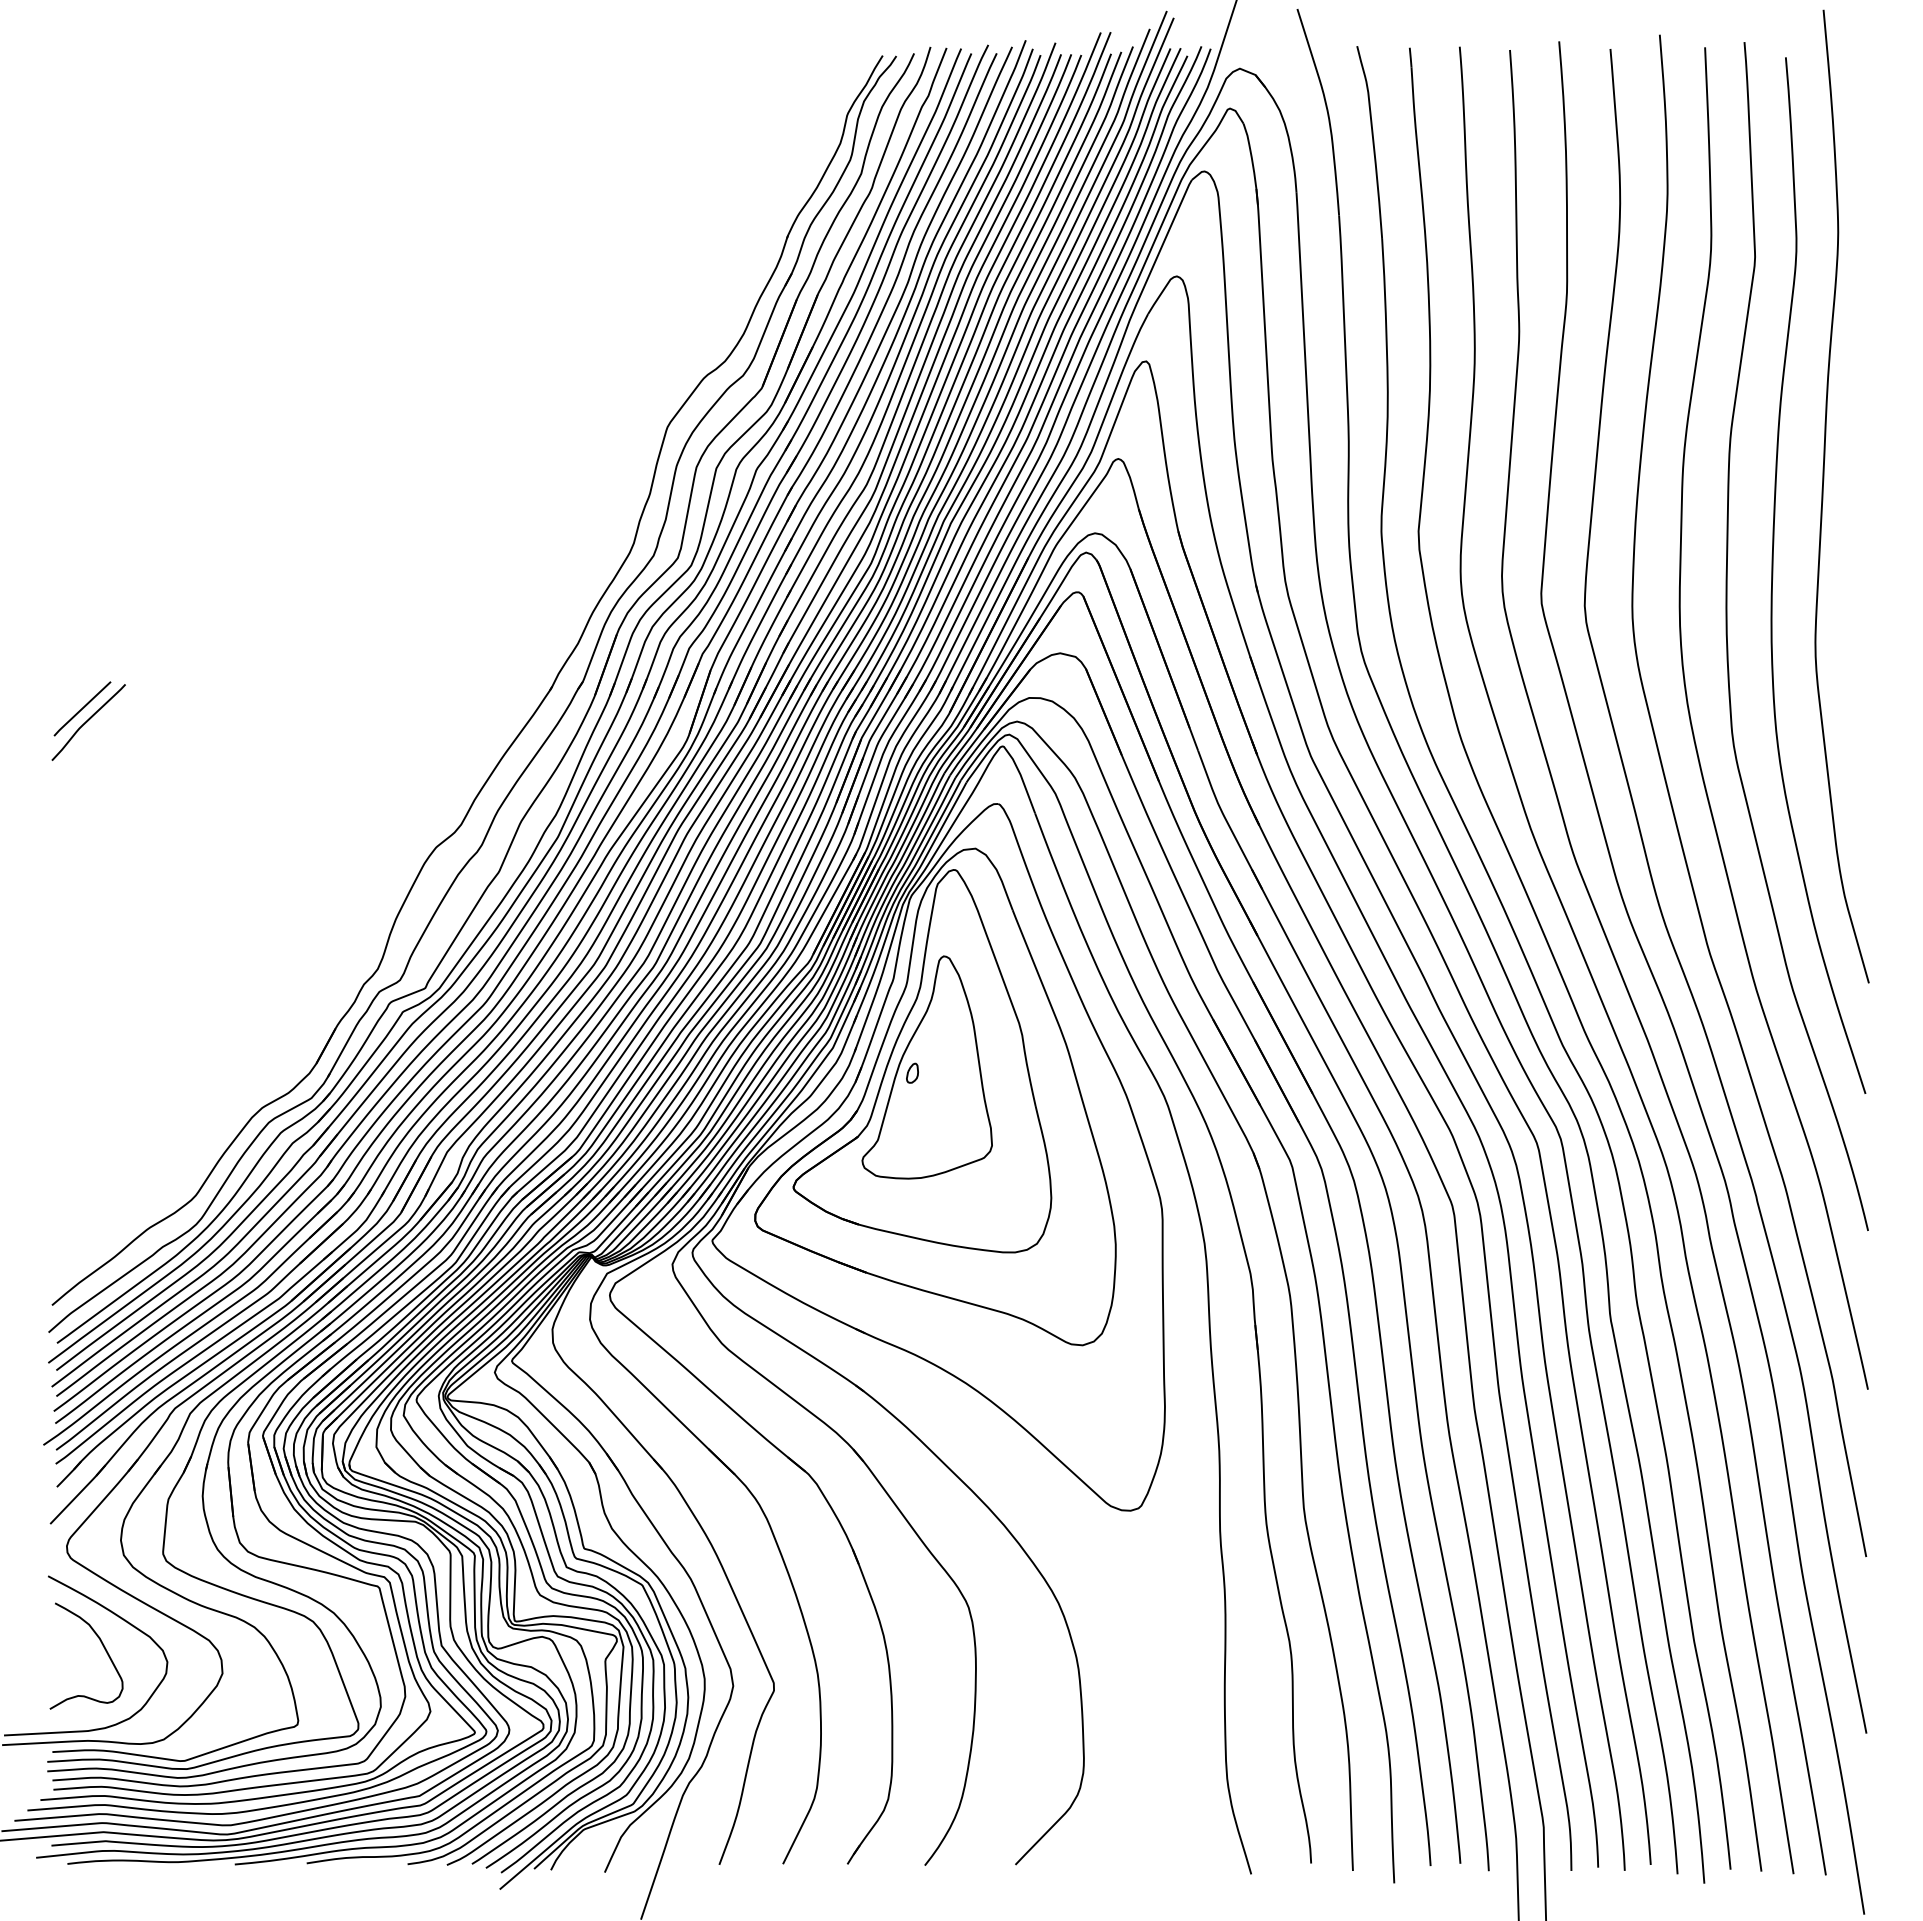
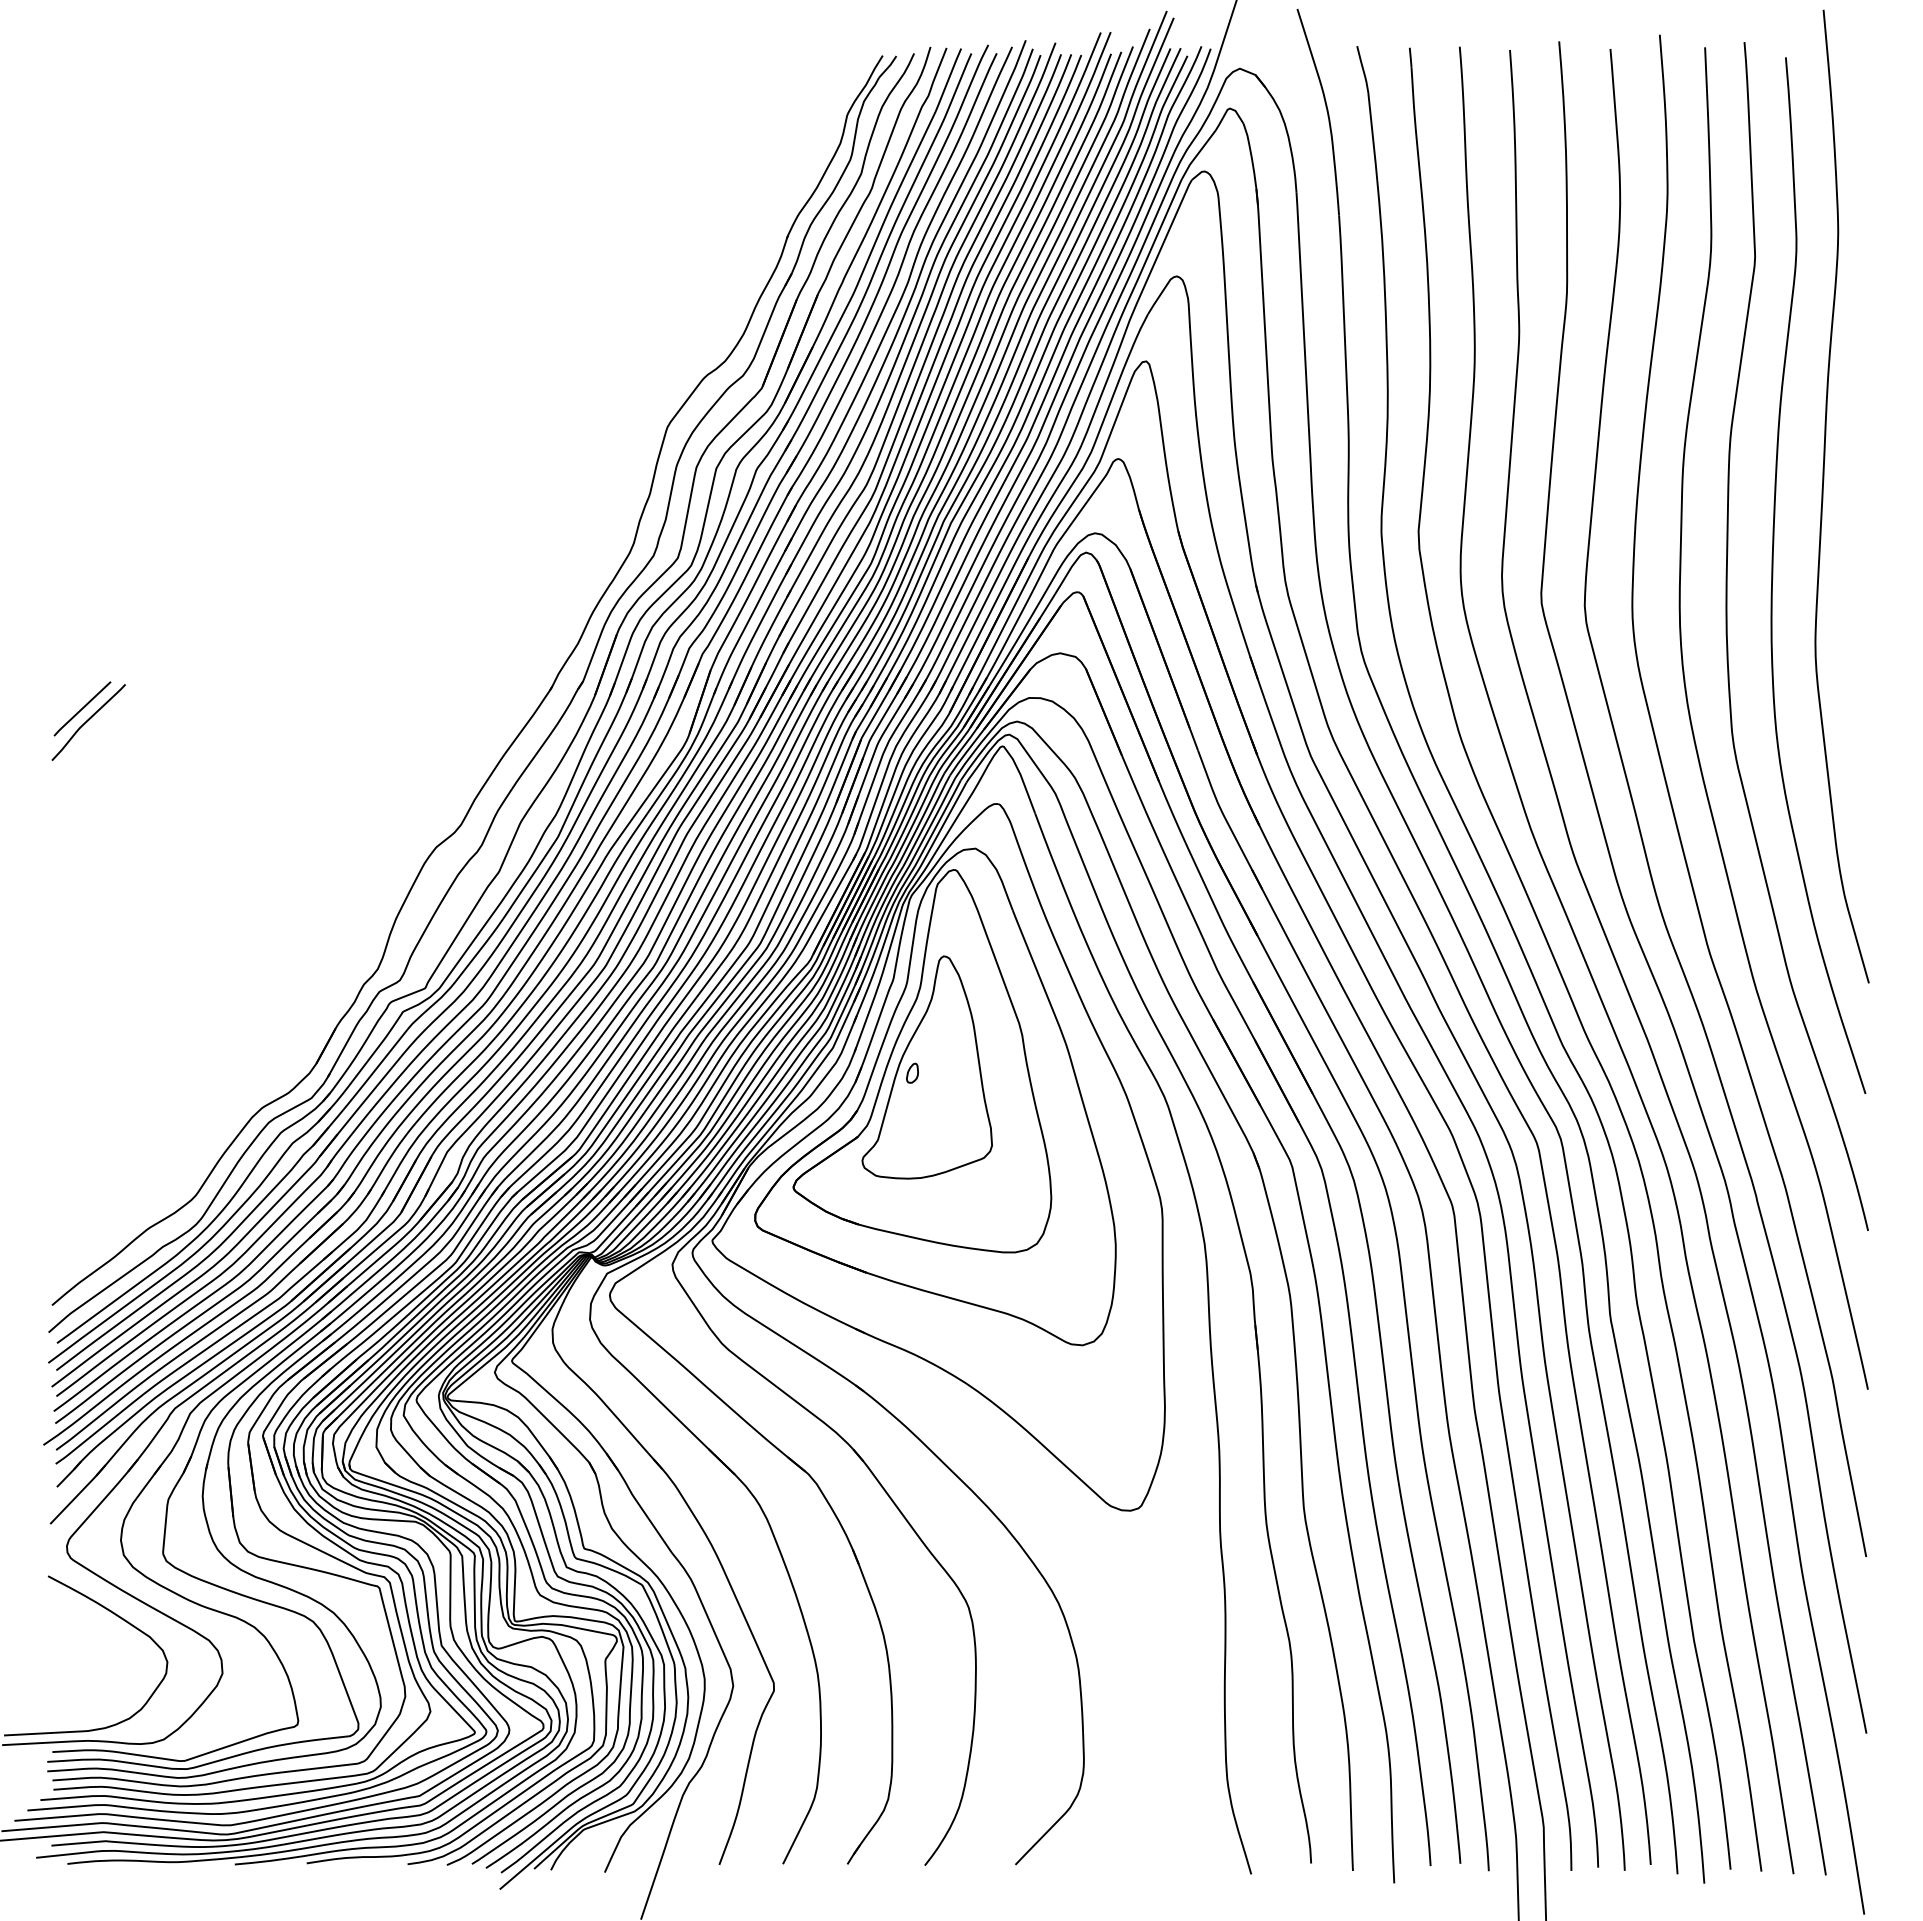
curve at (101, 1644): present -> none
